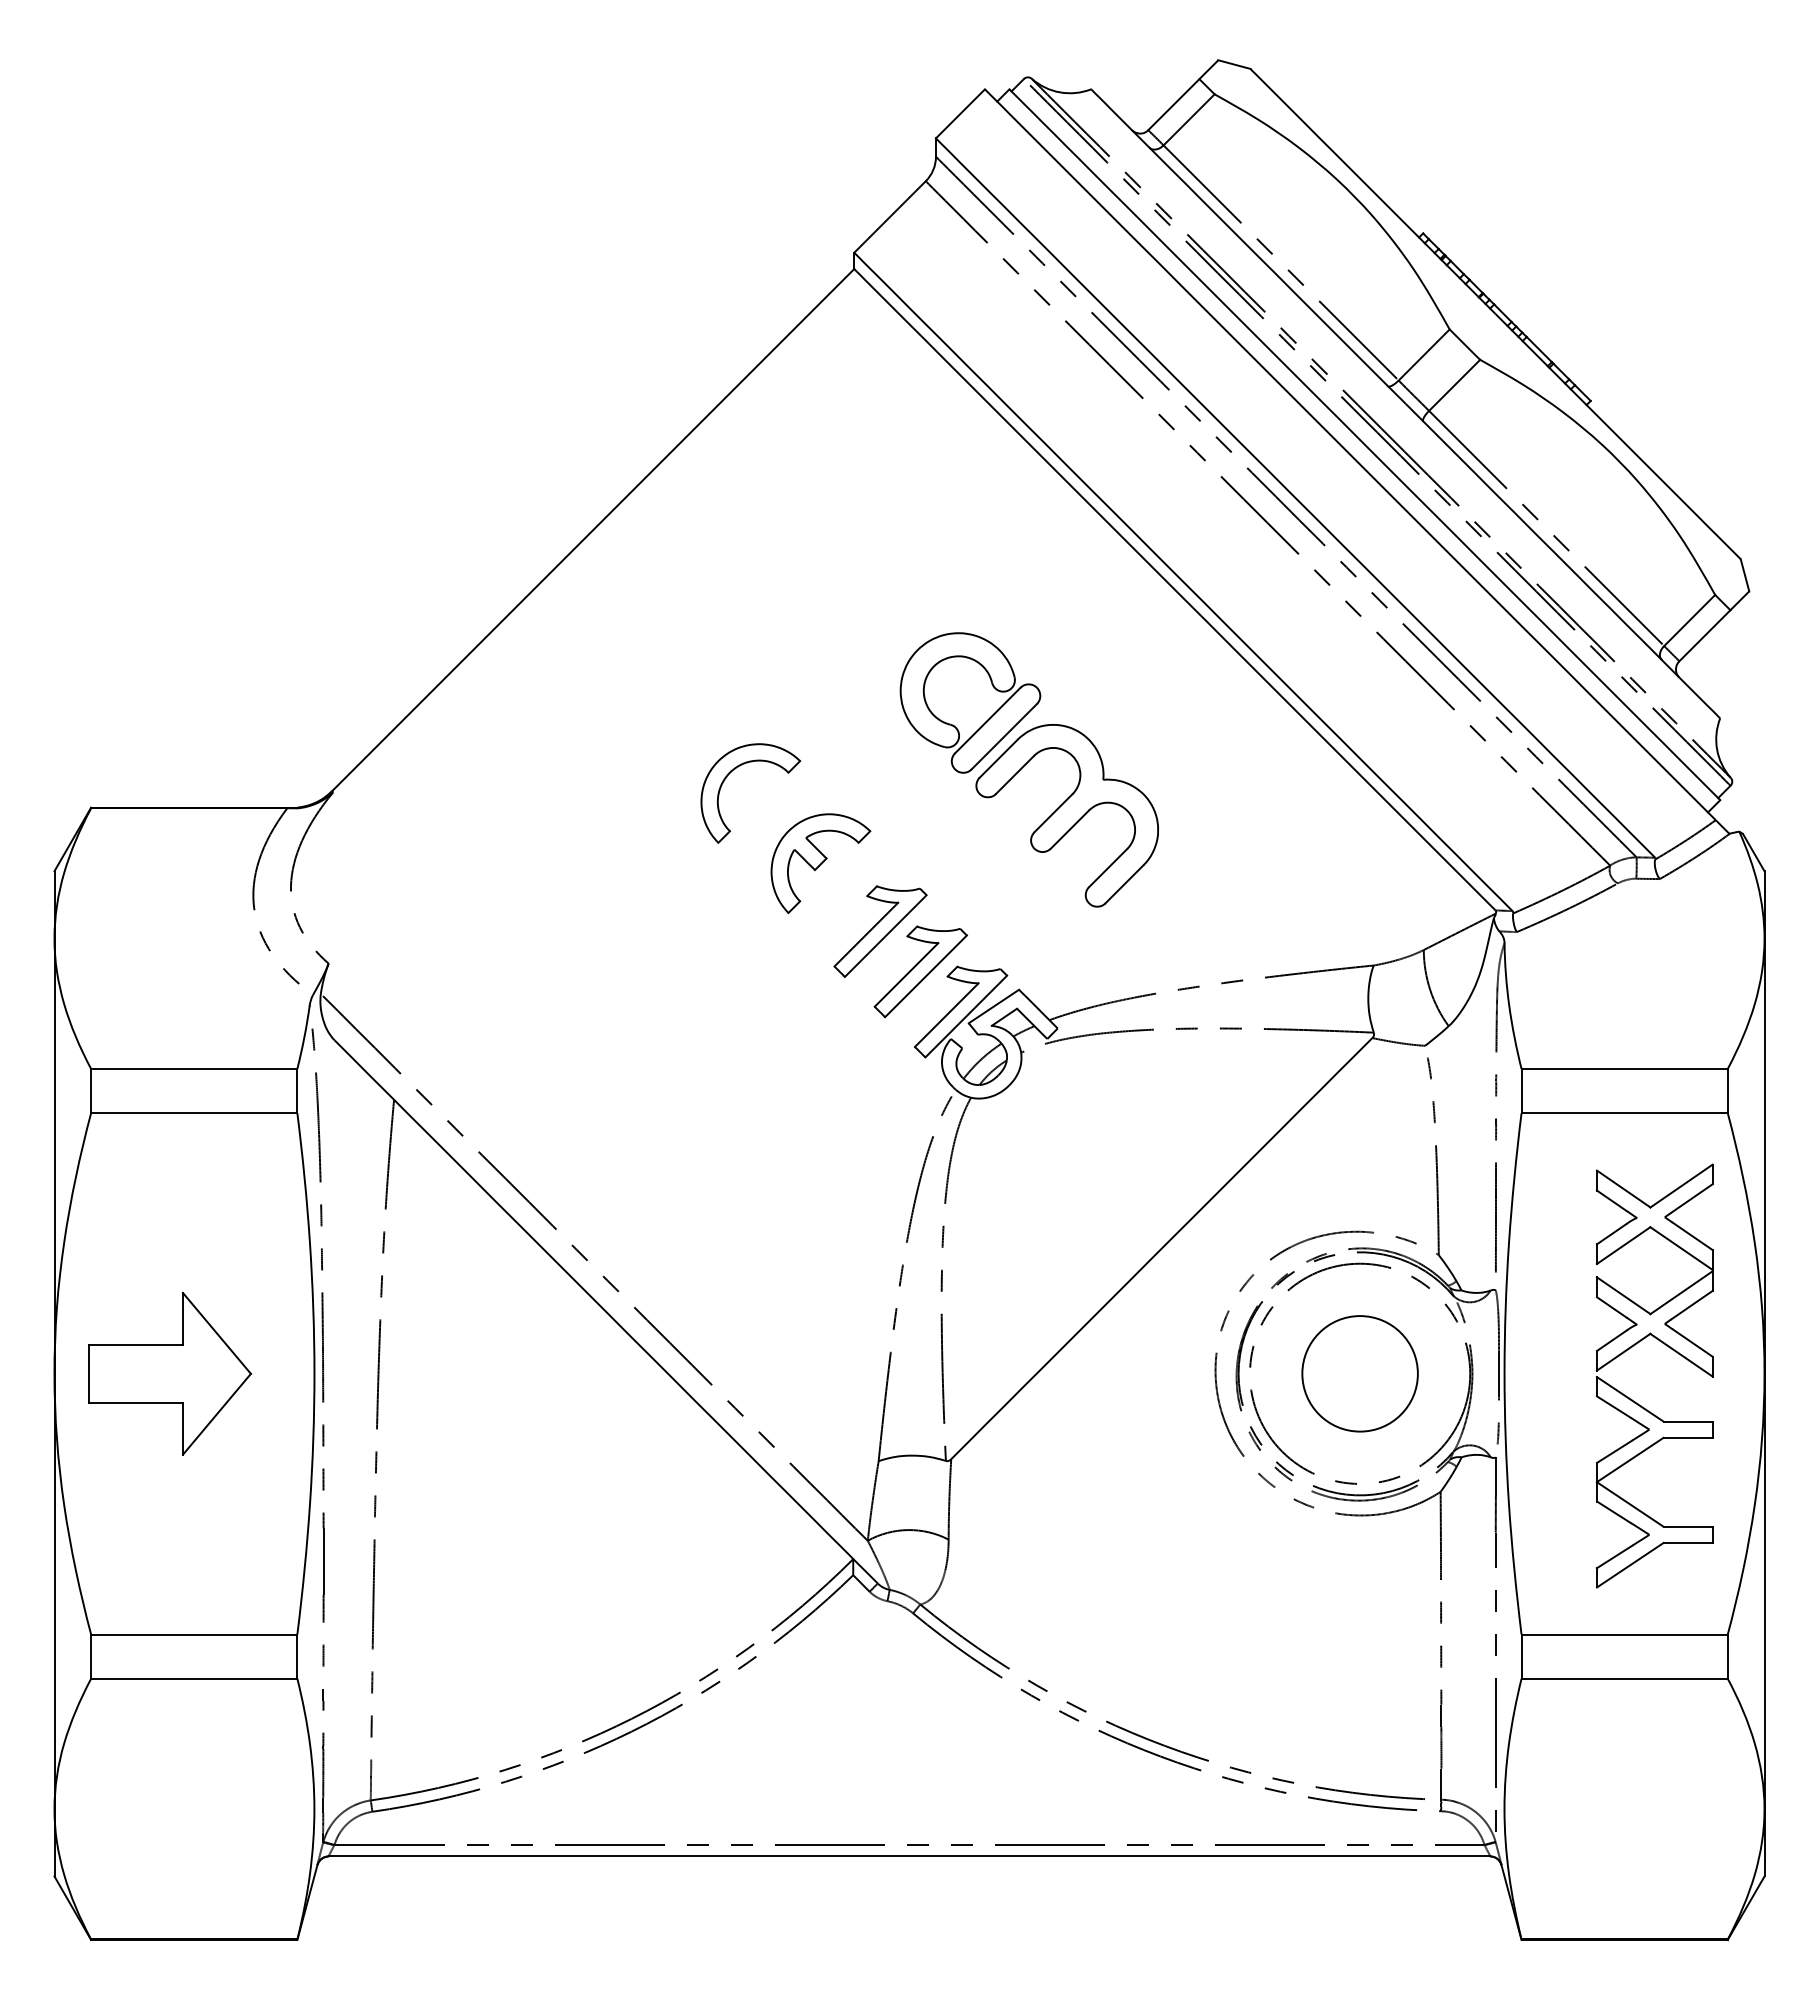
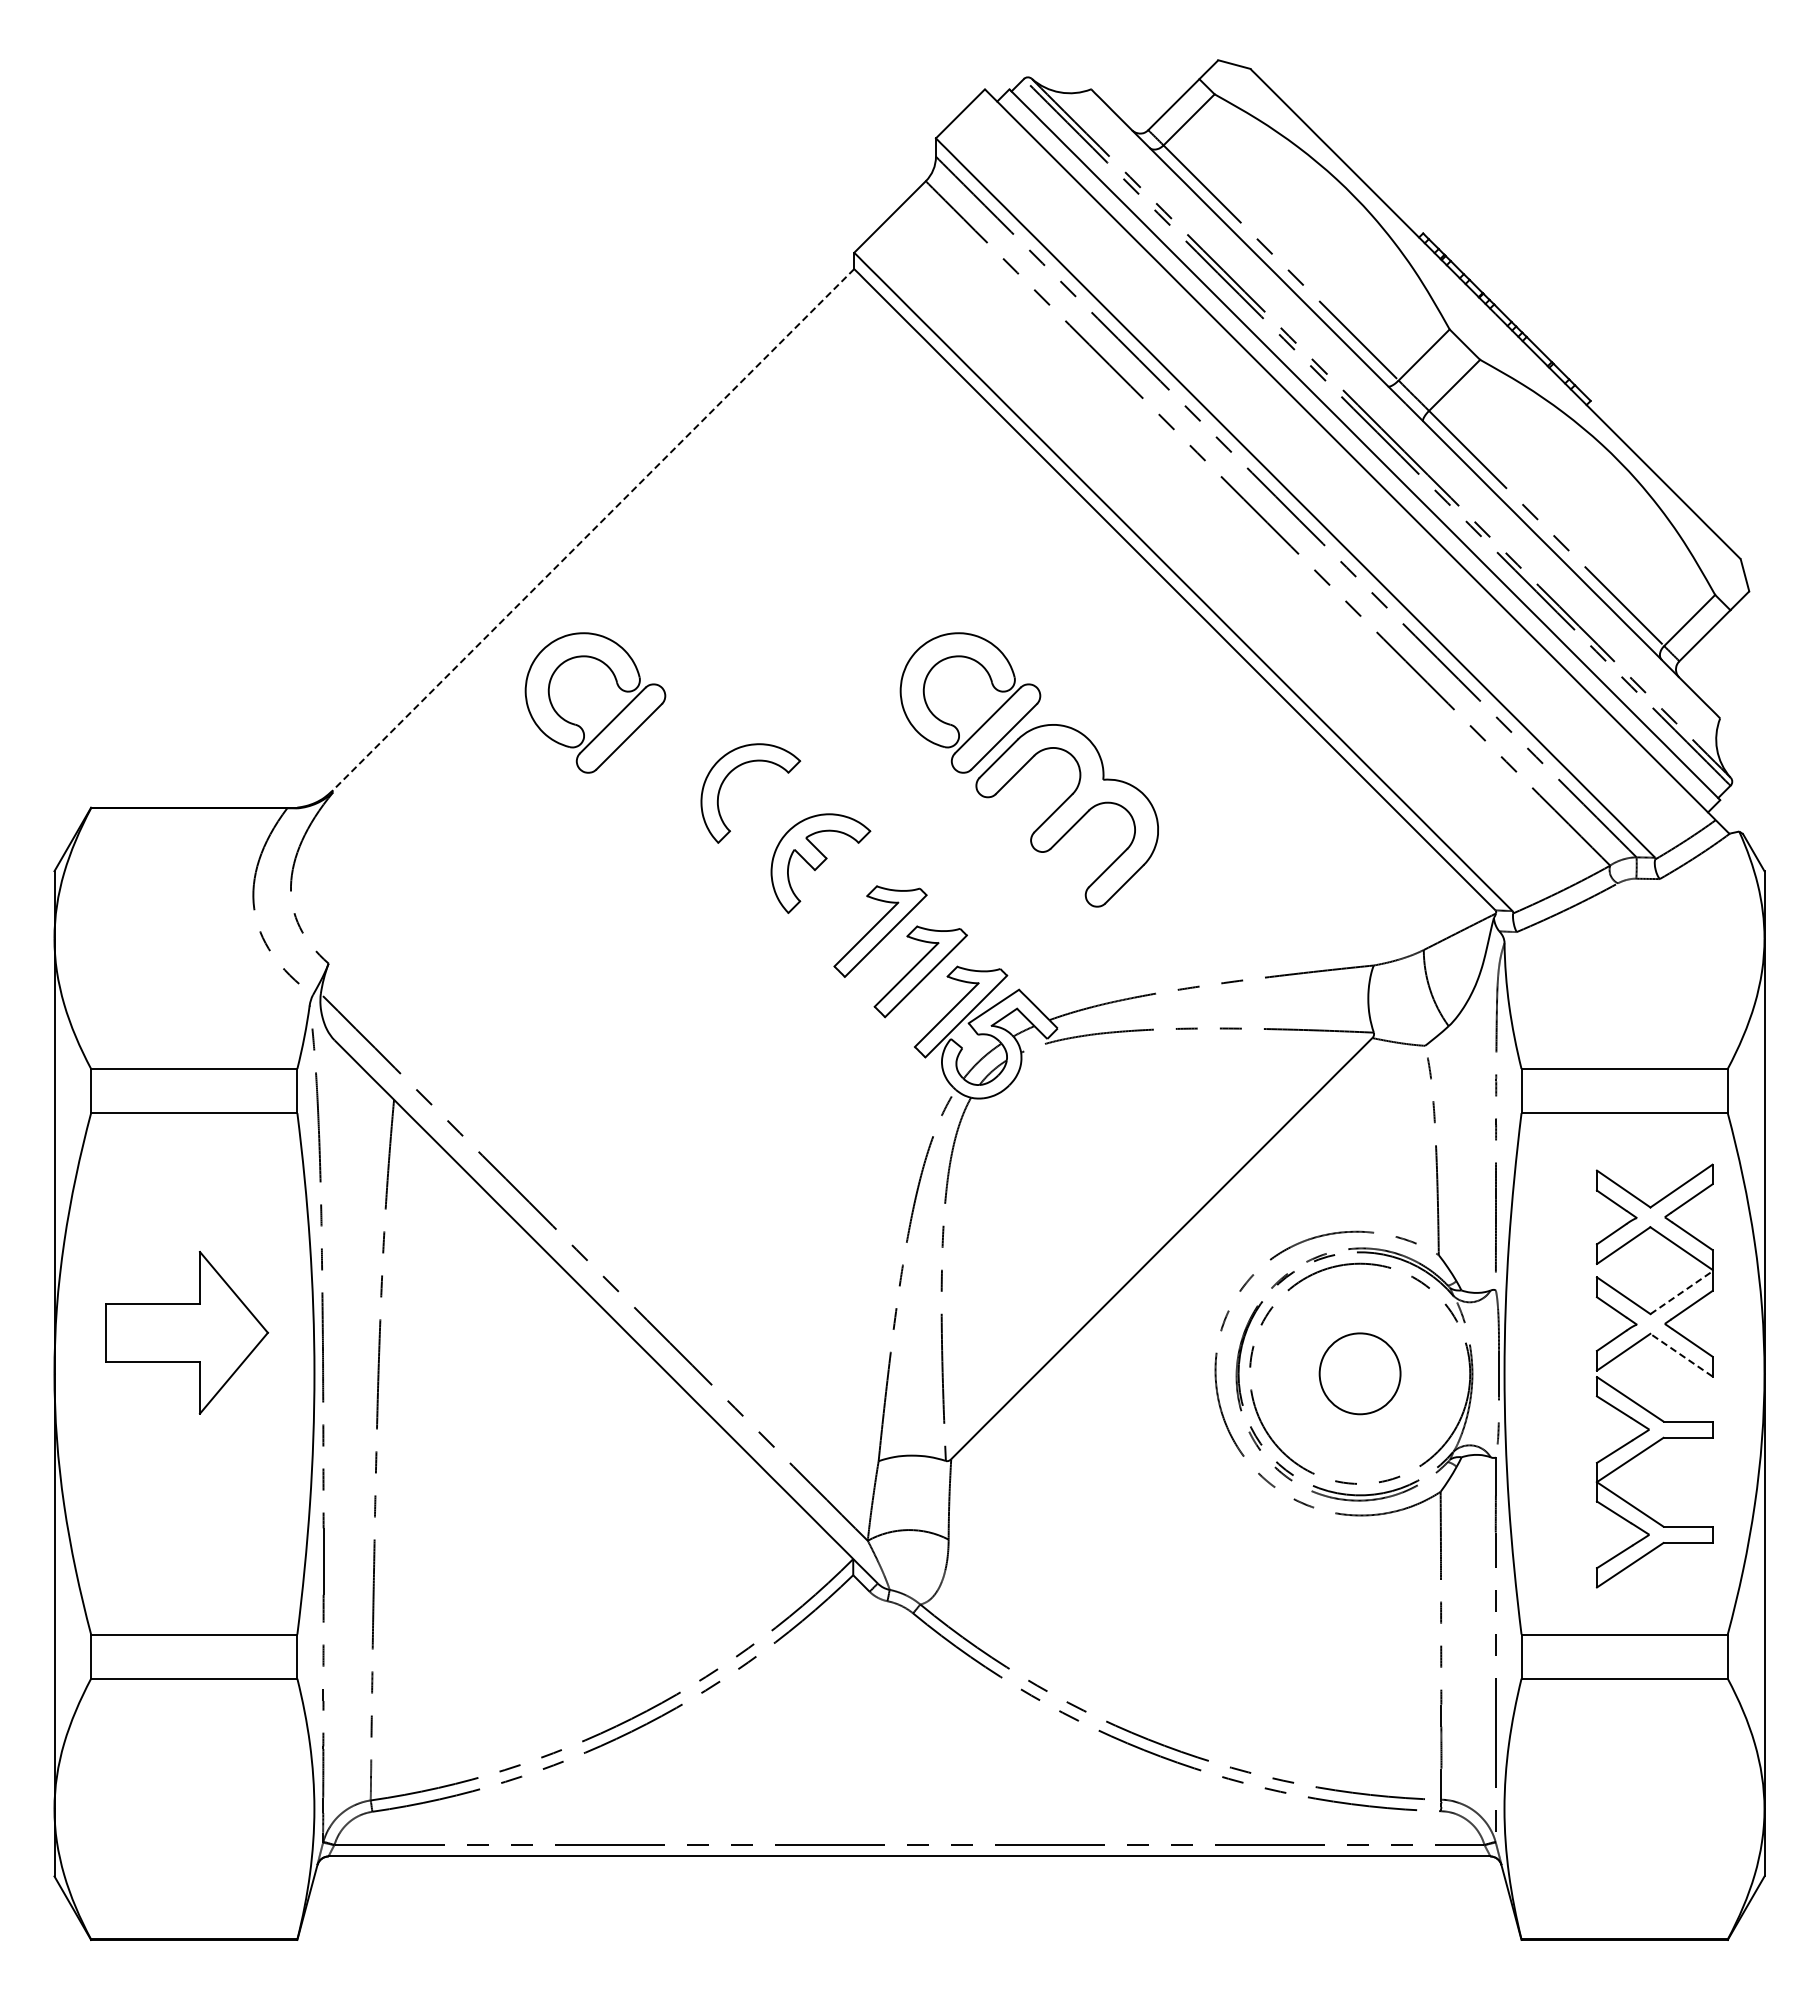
line at (592, 530): solid -> dashed
part at (612, 719): none -> present
line at (1681, 1292): solid -> dashed
line at (1681, 1355): solid -> dashed
part at (170, 1373) position: (170, 1373) -> (187, 1332)
circle at (1359, 1373) diameter: 116 px -> 81 px
